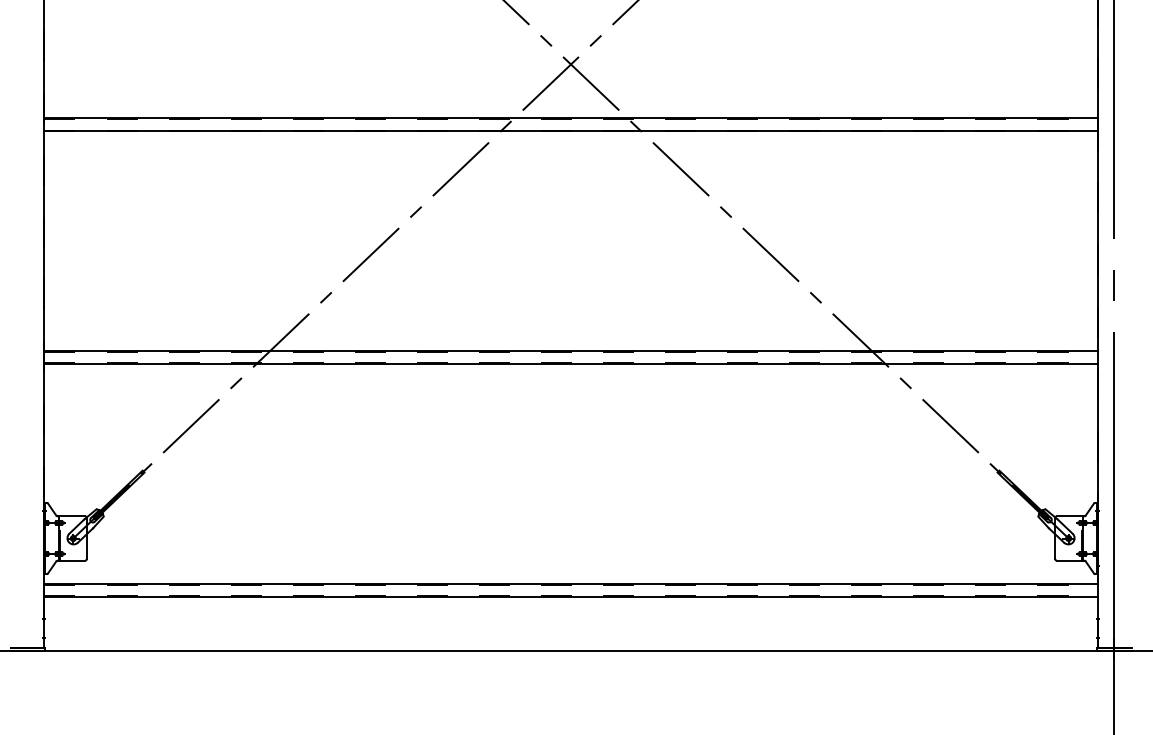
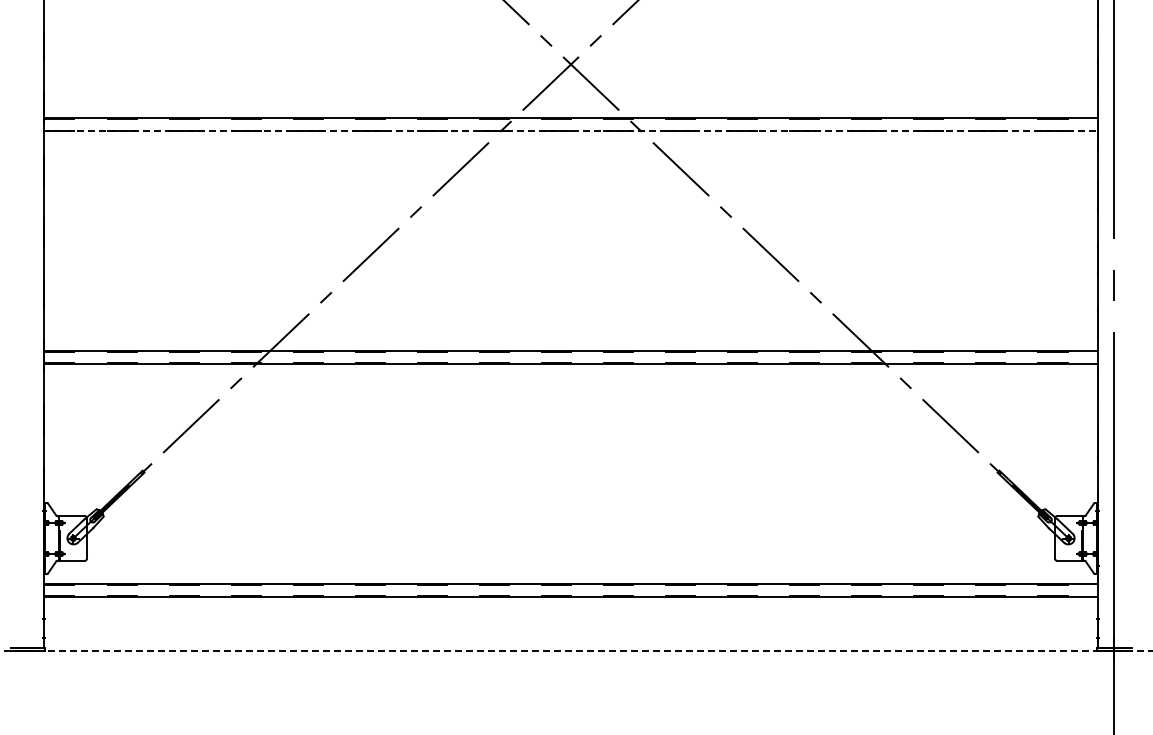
line at (571, 131): solid -> dashed
line at (576, 651): solid -> dashed
